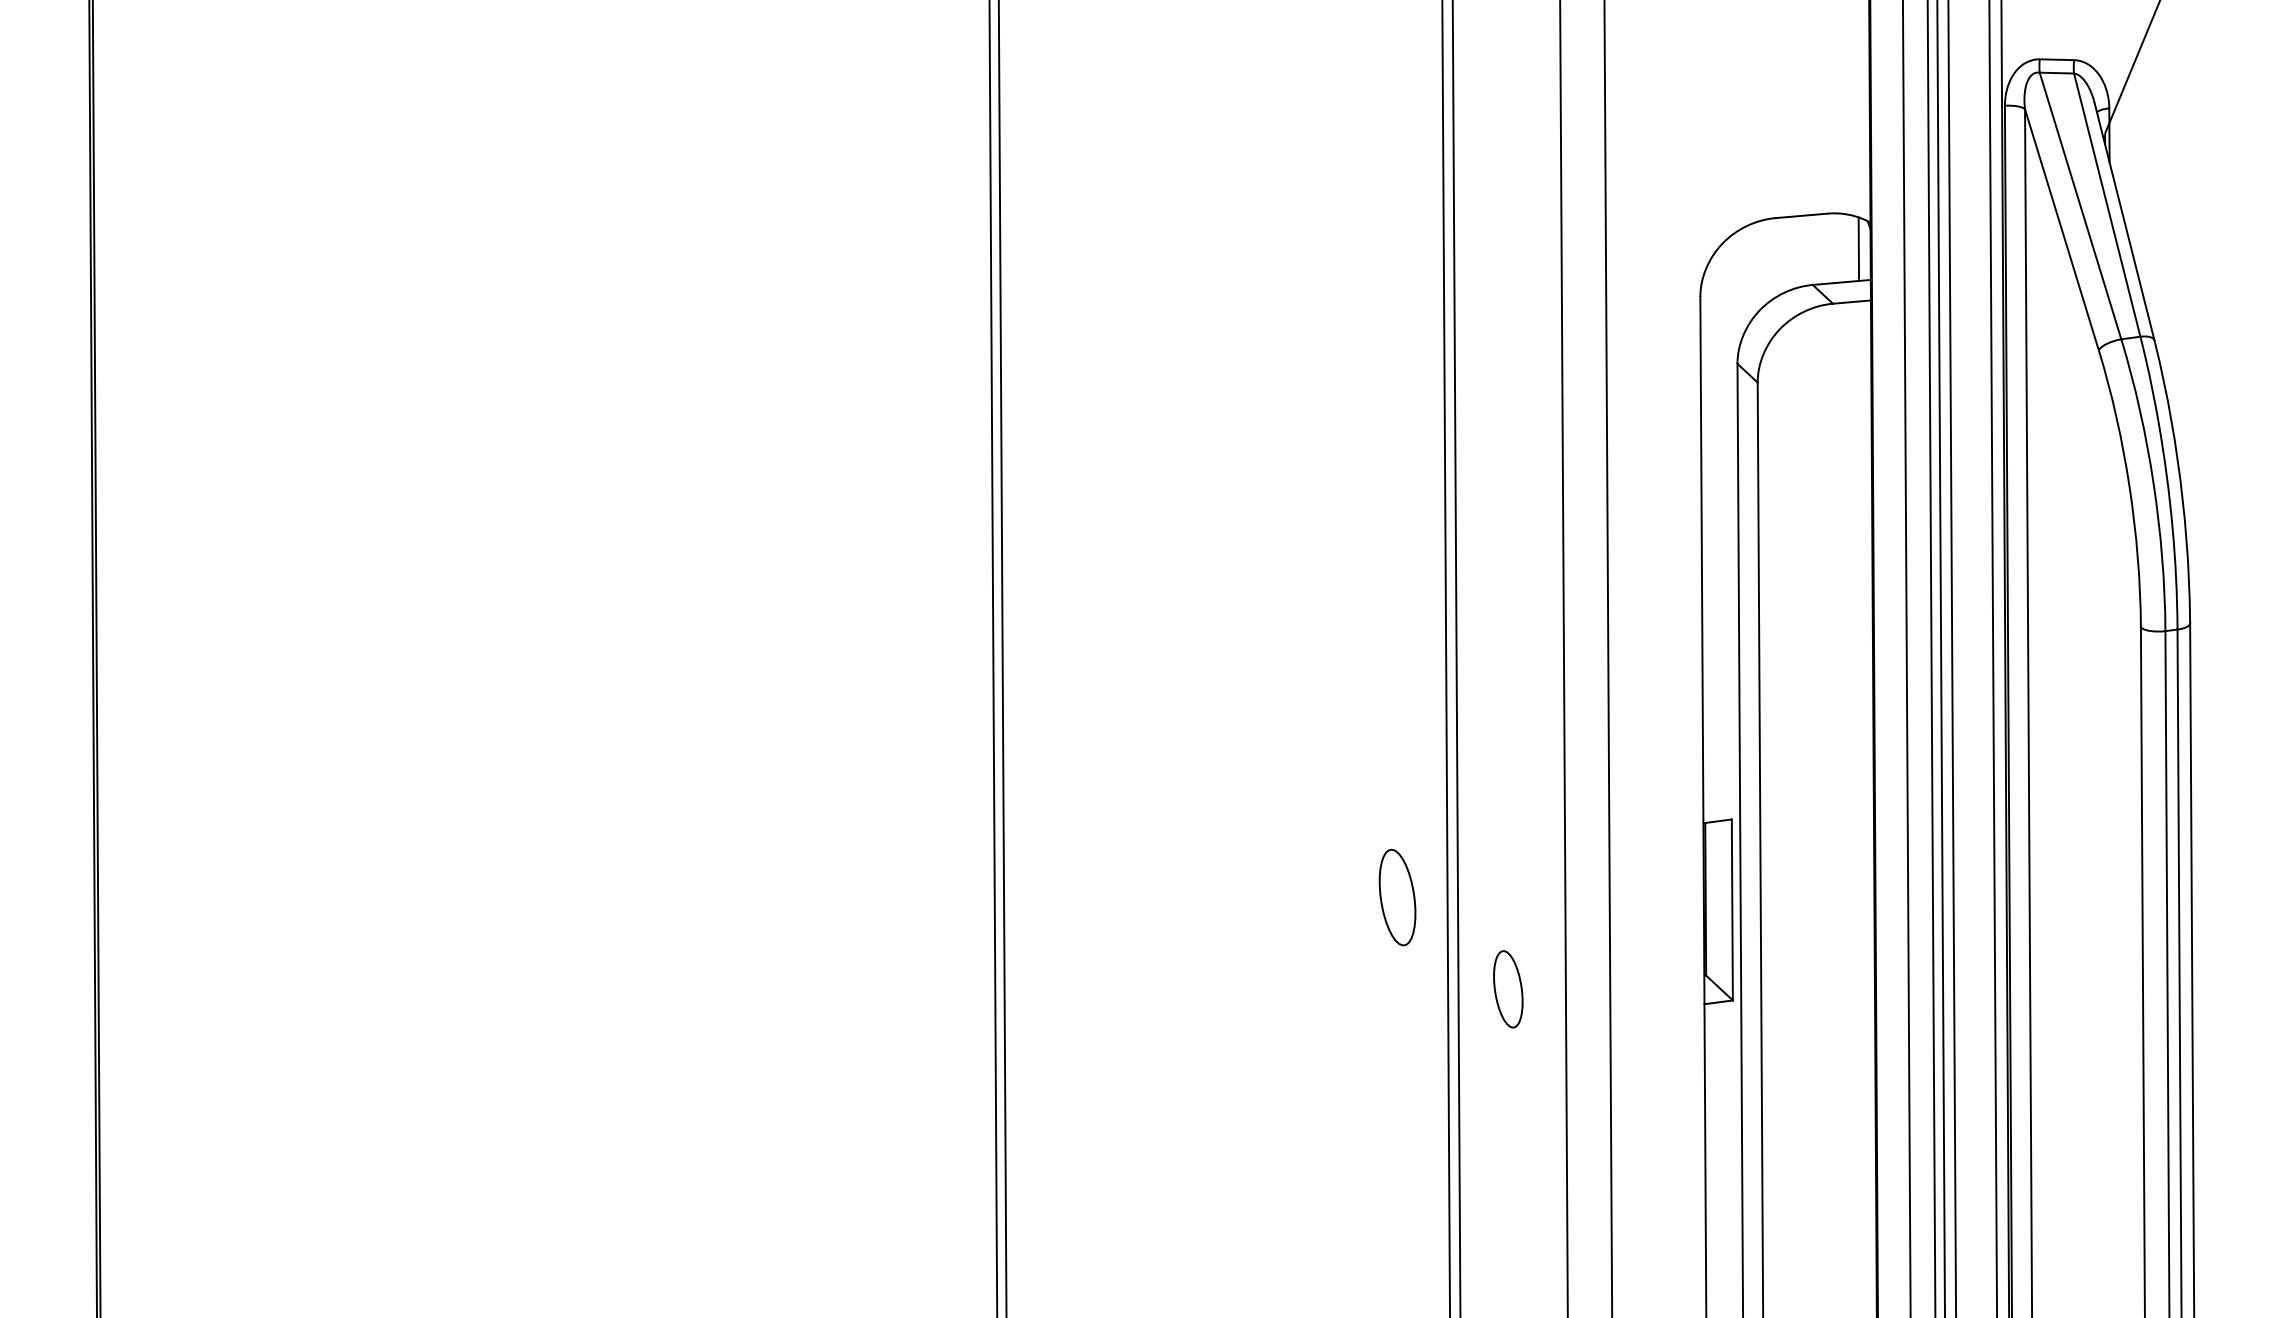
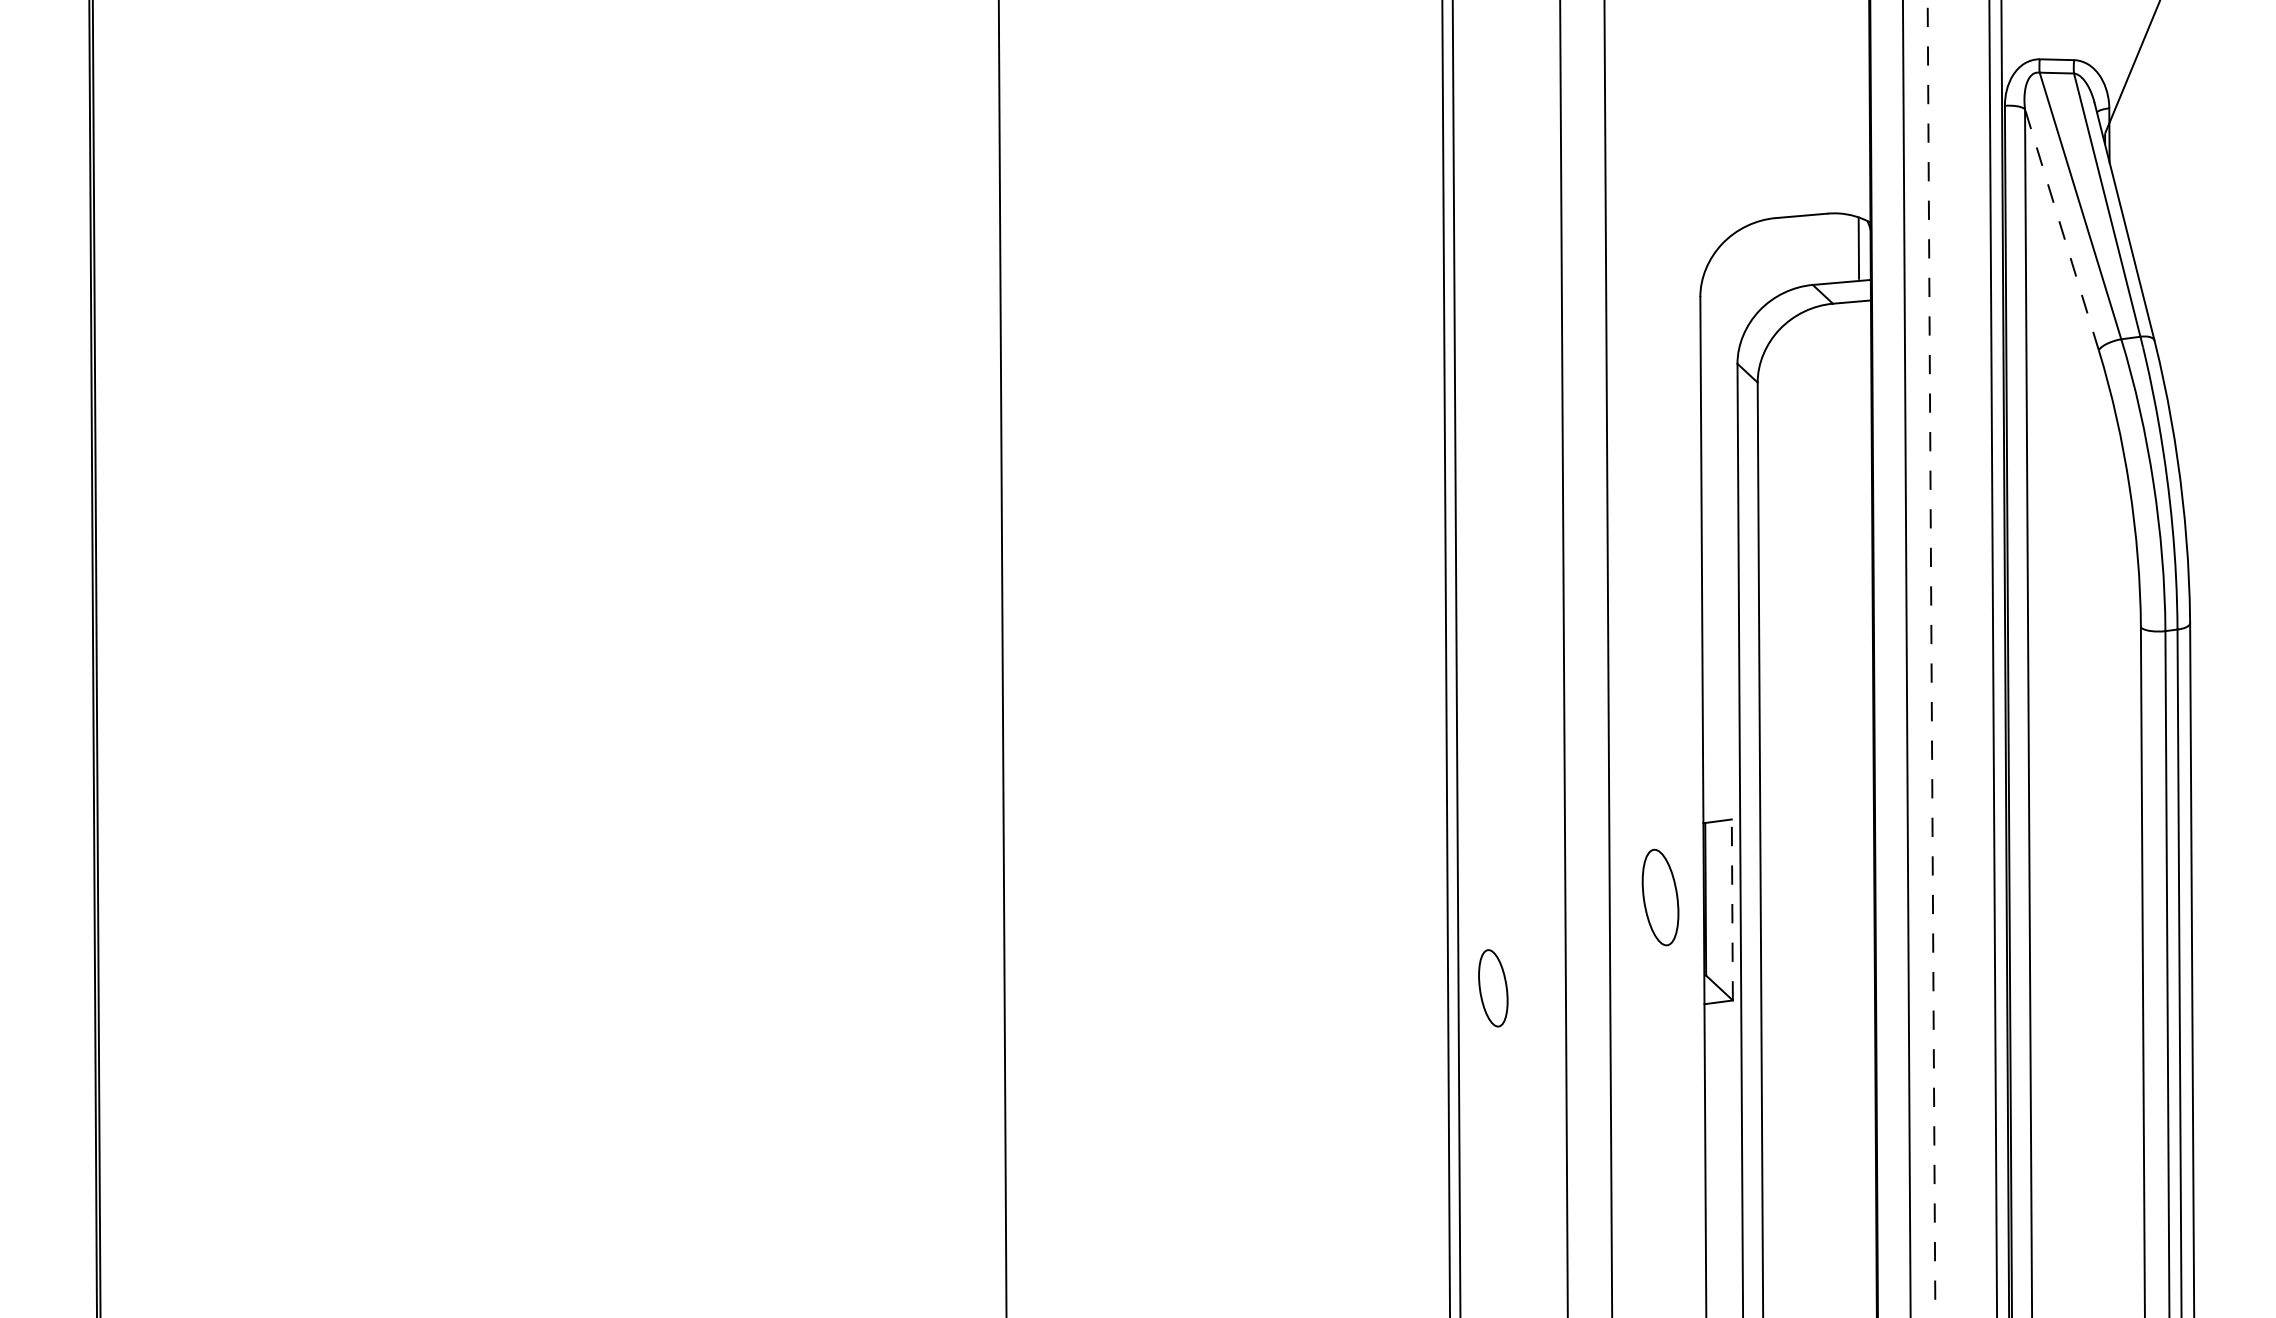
line at (2061, 229): solid -> dashed
line at (993, 658): present -> none
line at (1940, 658): present -> none
line at (1952, 658): present -> none
line at (1931, 659): solid -> dashed
part at (1397, 897) position: (1397, 897) -> (1660, 897)
line at (1732, 909): solid -> dashed
part at (1508, 989) position: (1508, 989) -> (1493, 988)
